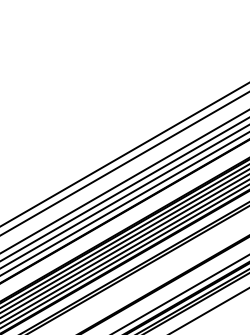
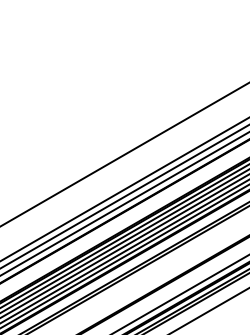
line at (124, 163): present -> none
line at (124, 181): present -> none
